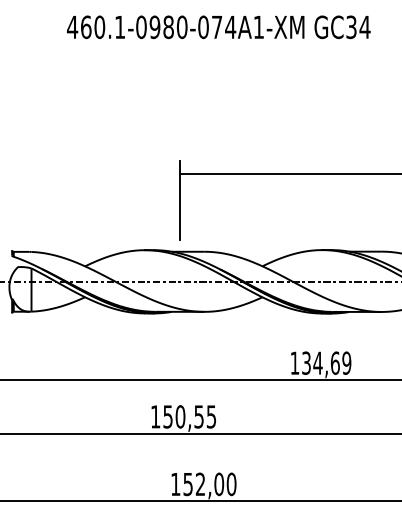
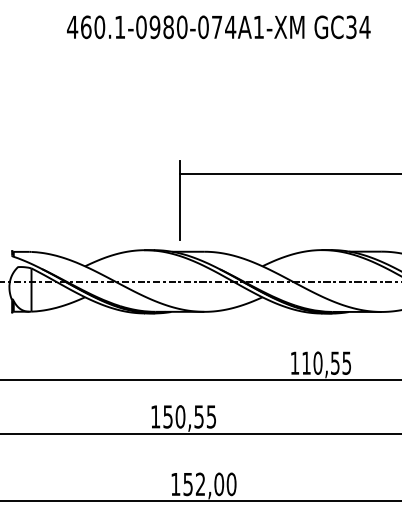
text at (326, 362): 134,69 -> 110,55
